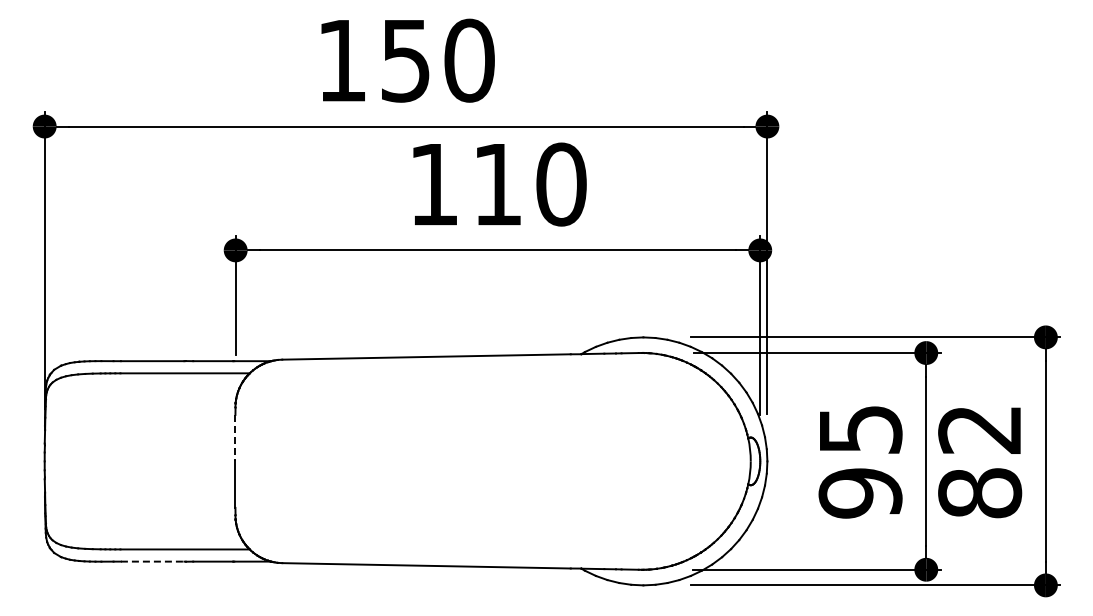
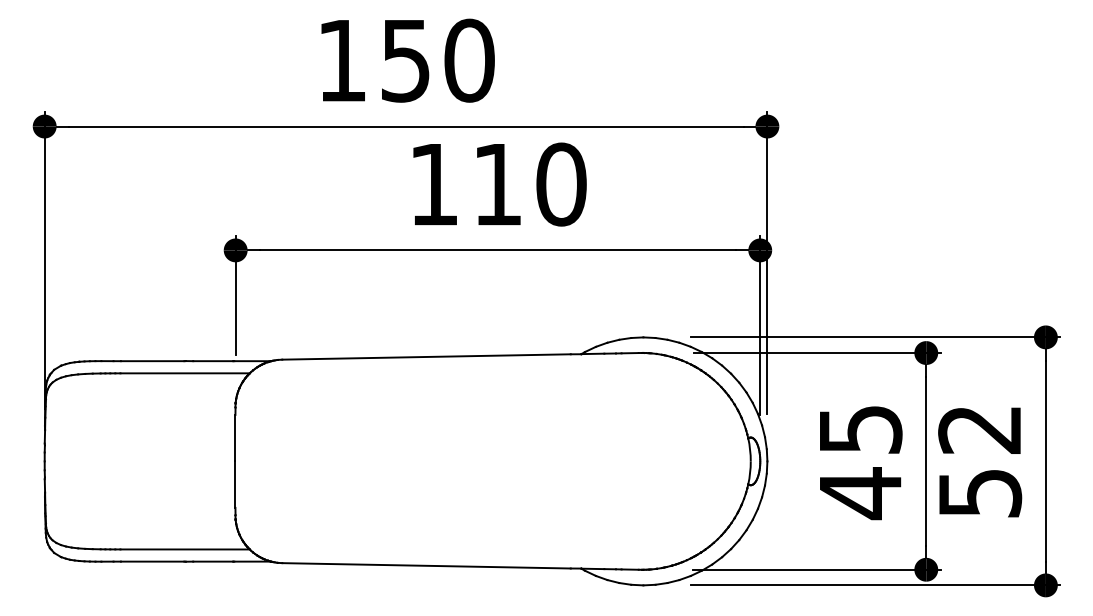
line at (235, 438): dashed -> solid
text at (860, 493): 95 -> 45
text at (980, 493): 82 -> 52
line at (152, 561): dashed -> solid
